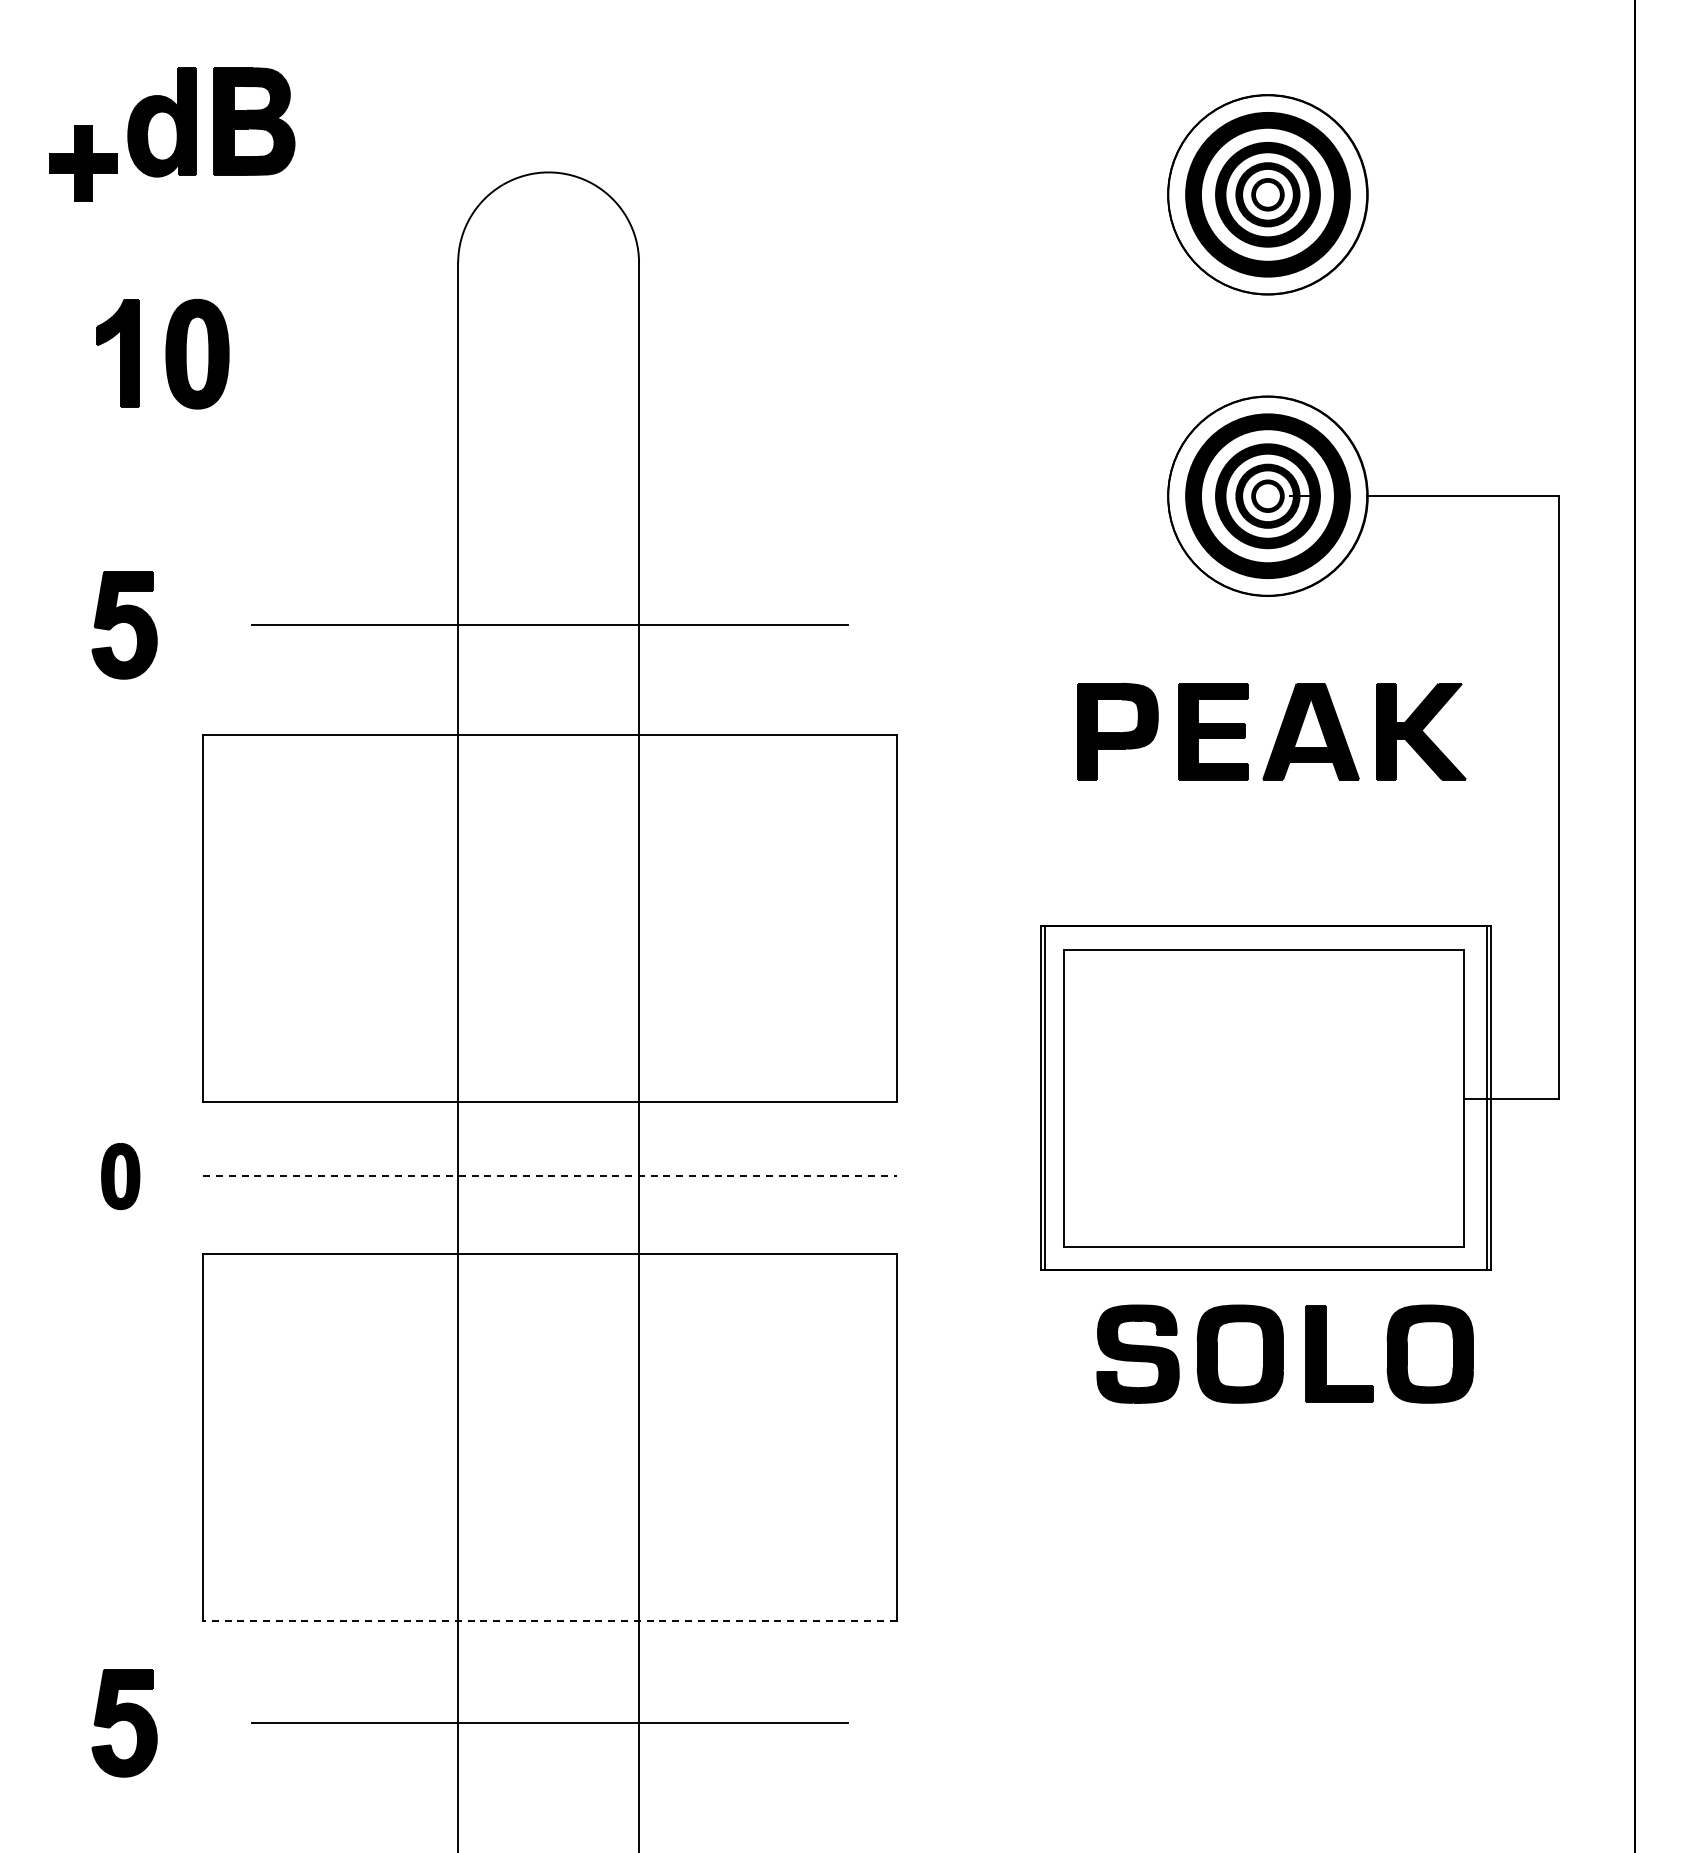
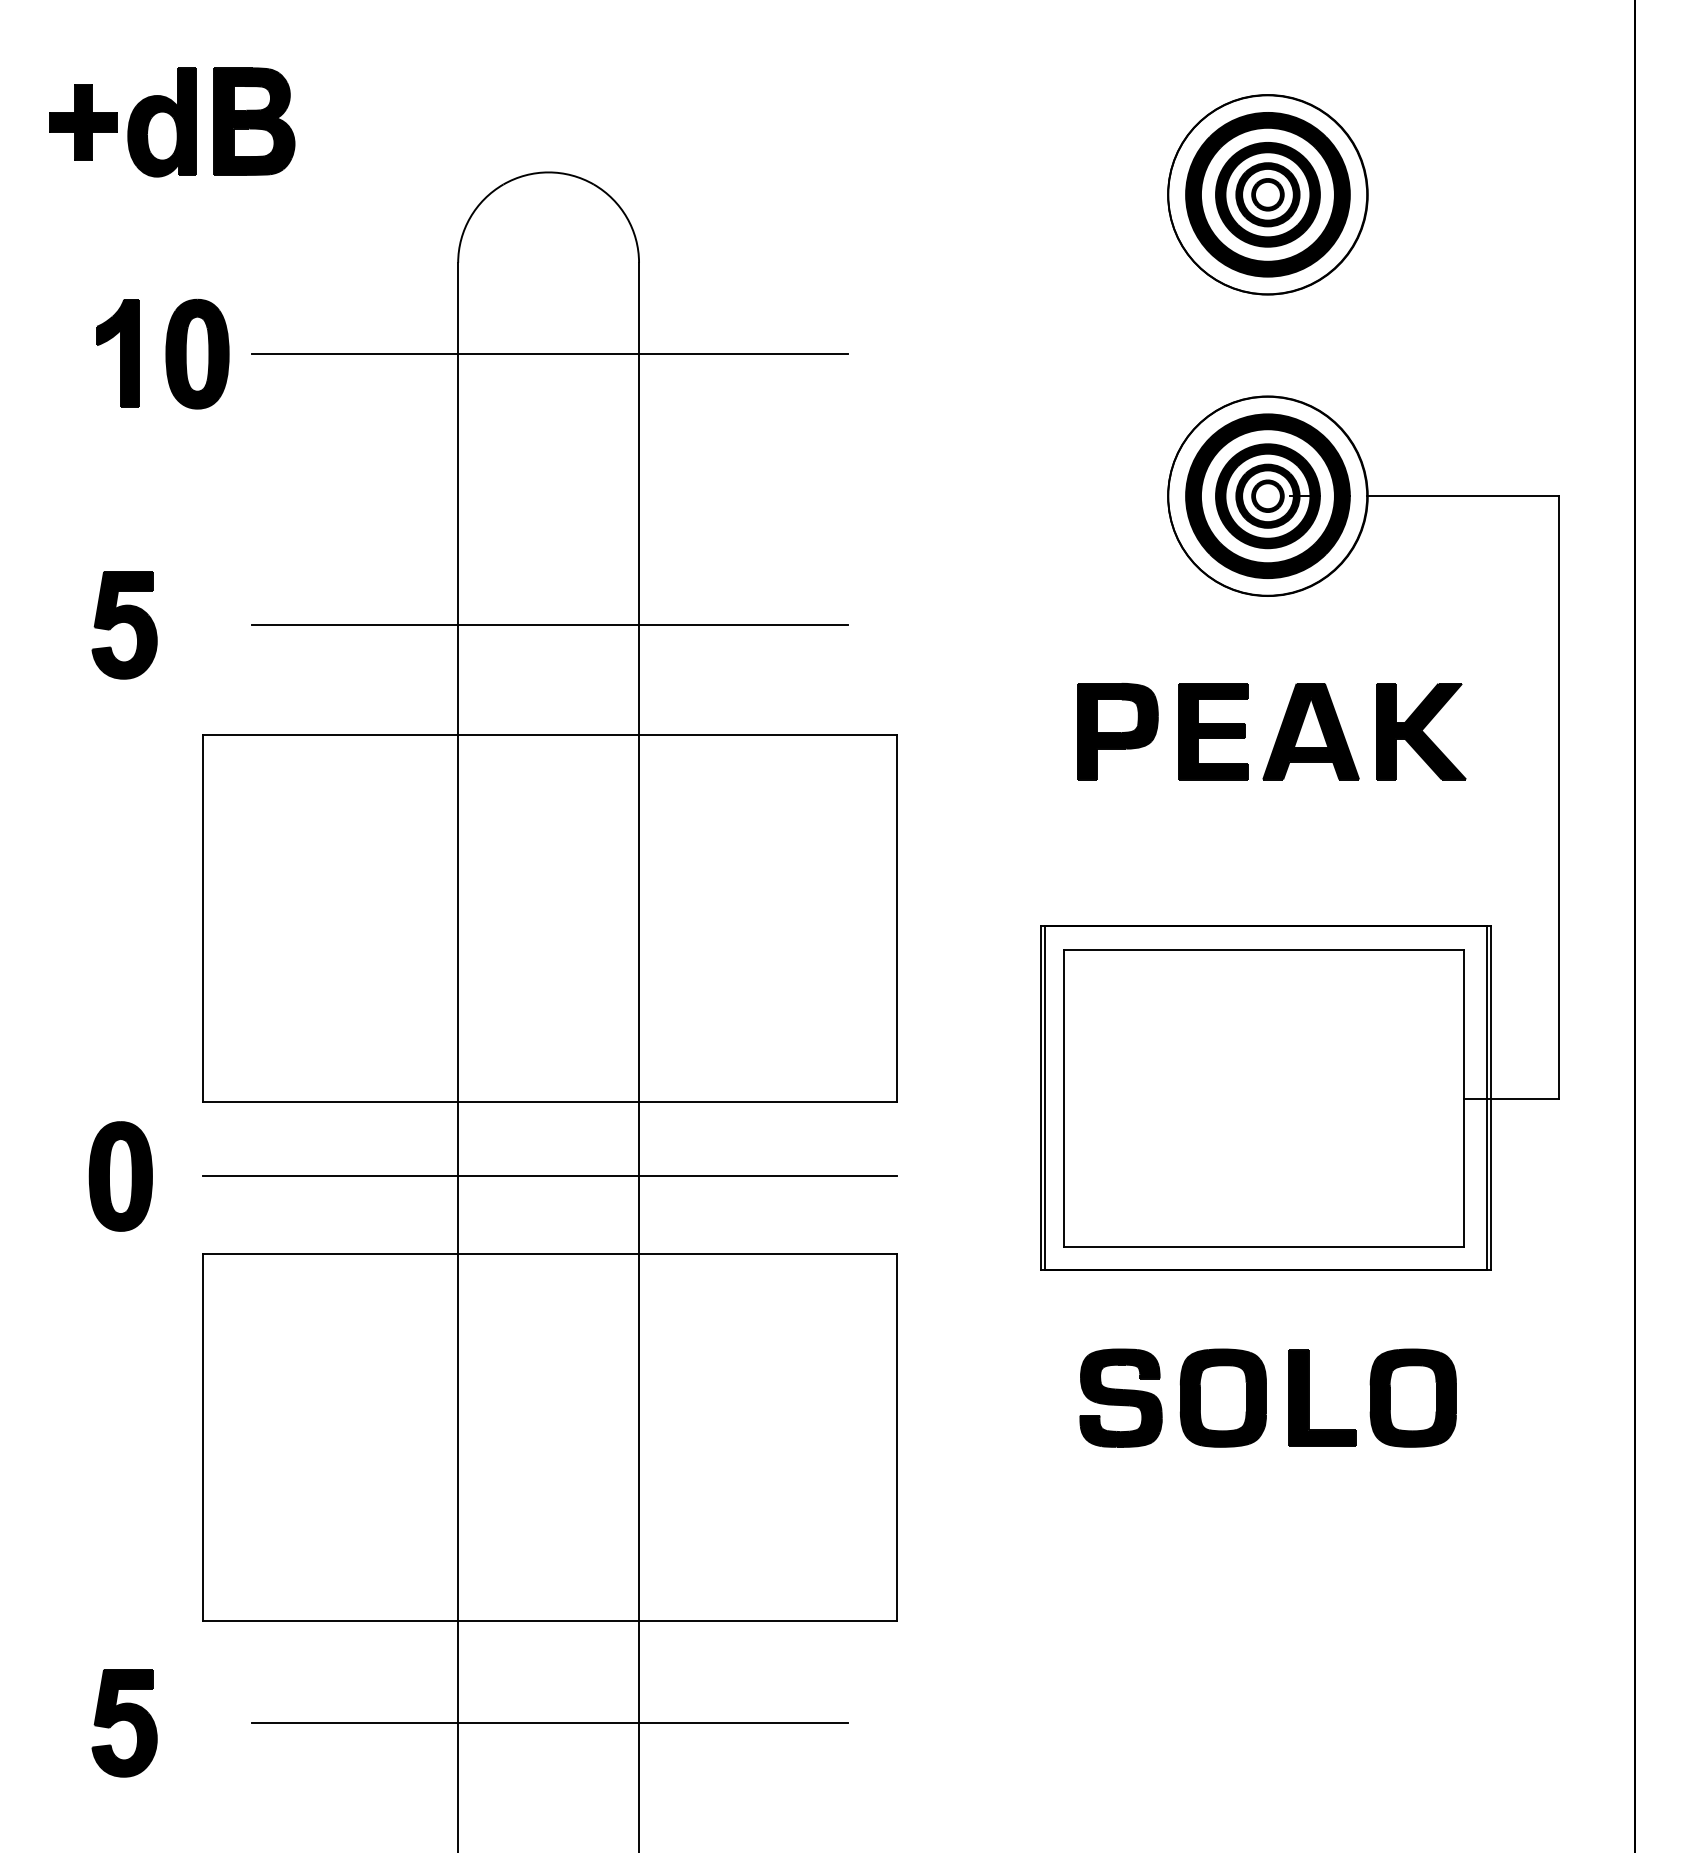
part at (83, 163) position: (83, 163) -> (83, 122)
line at (549, 353): none -> present
part at (120, 1176) size: 40x68 px -> 65x111 px
line at (549, 1176): dashed -> solid
part at (1284, 1353) position: (1284, 1353) -> (1267, 1397)
line at (549, 1620): dashed -> solid
